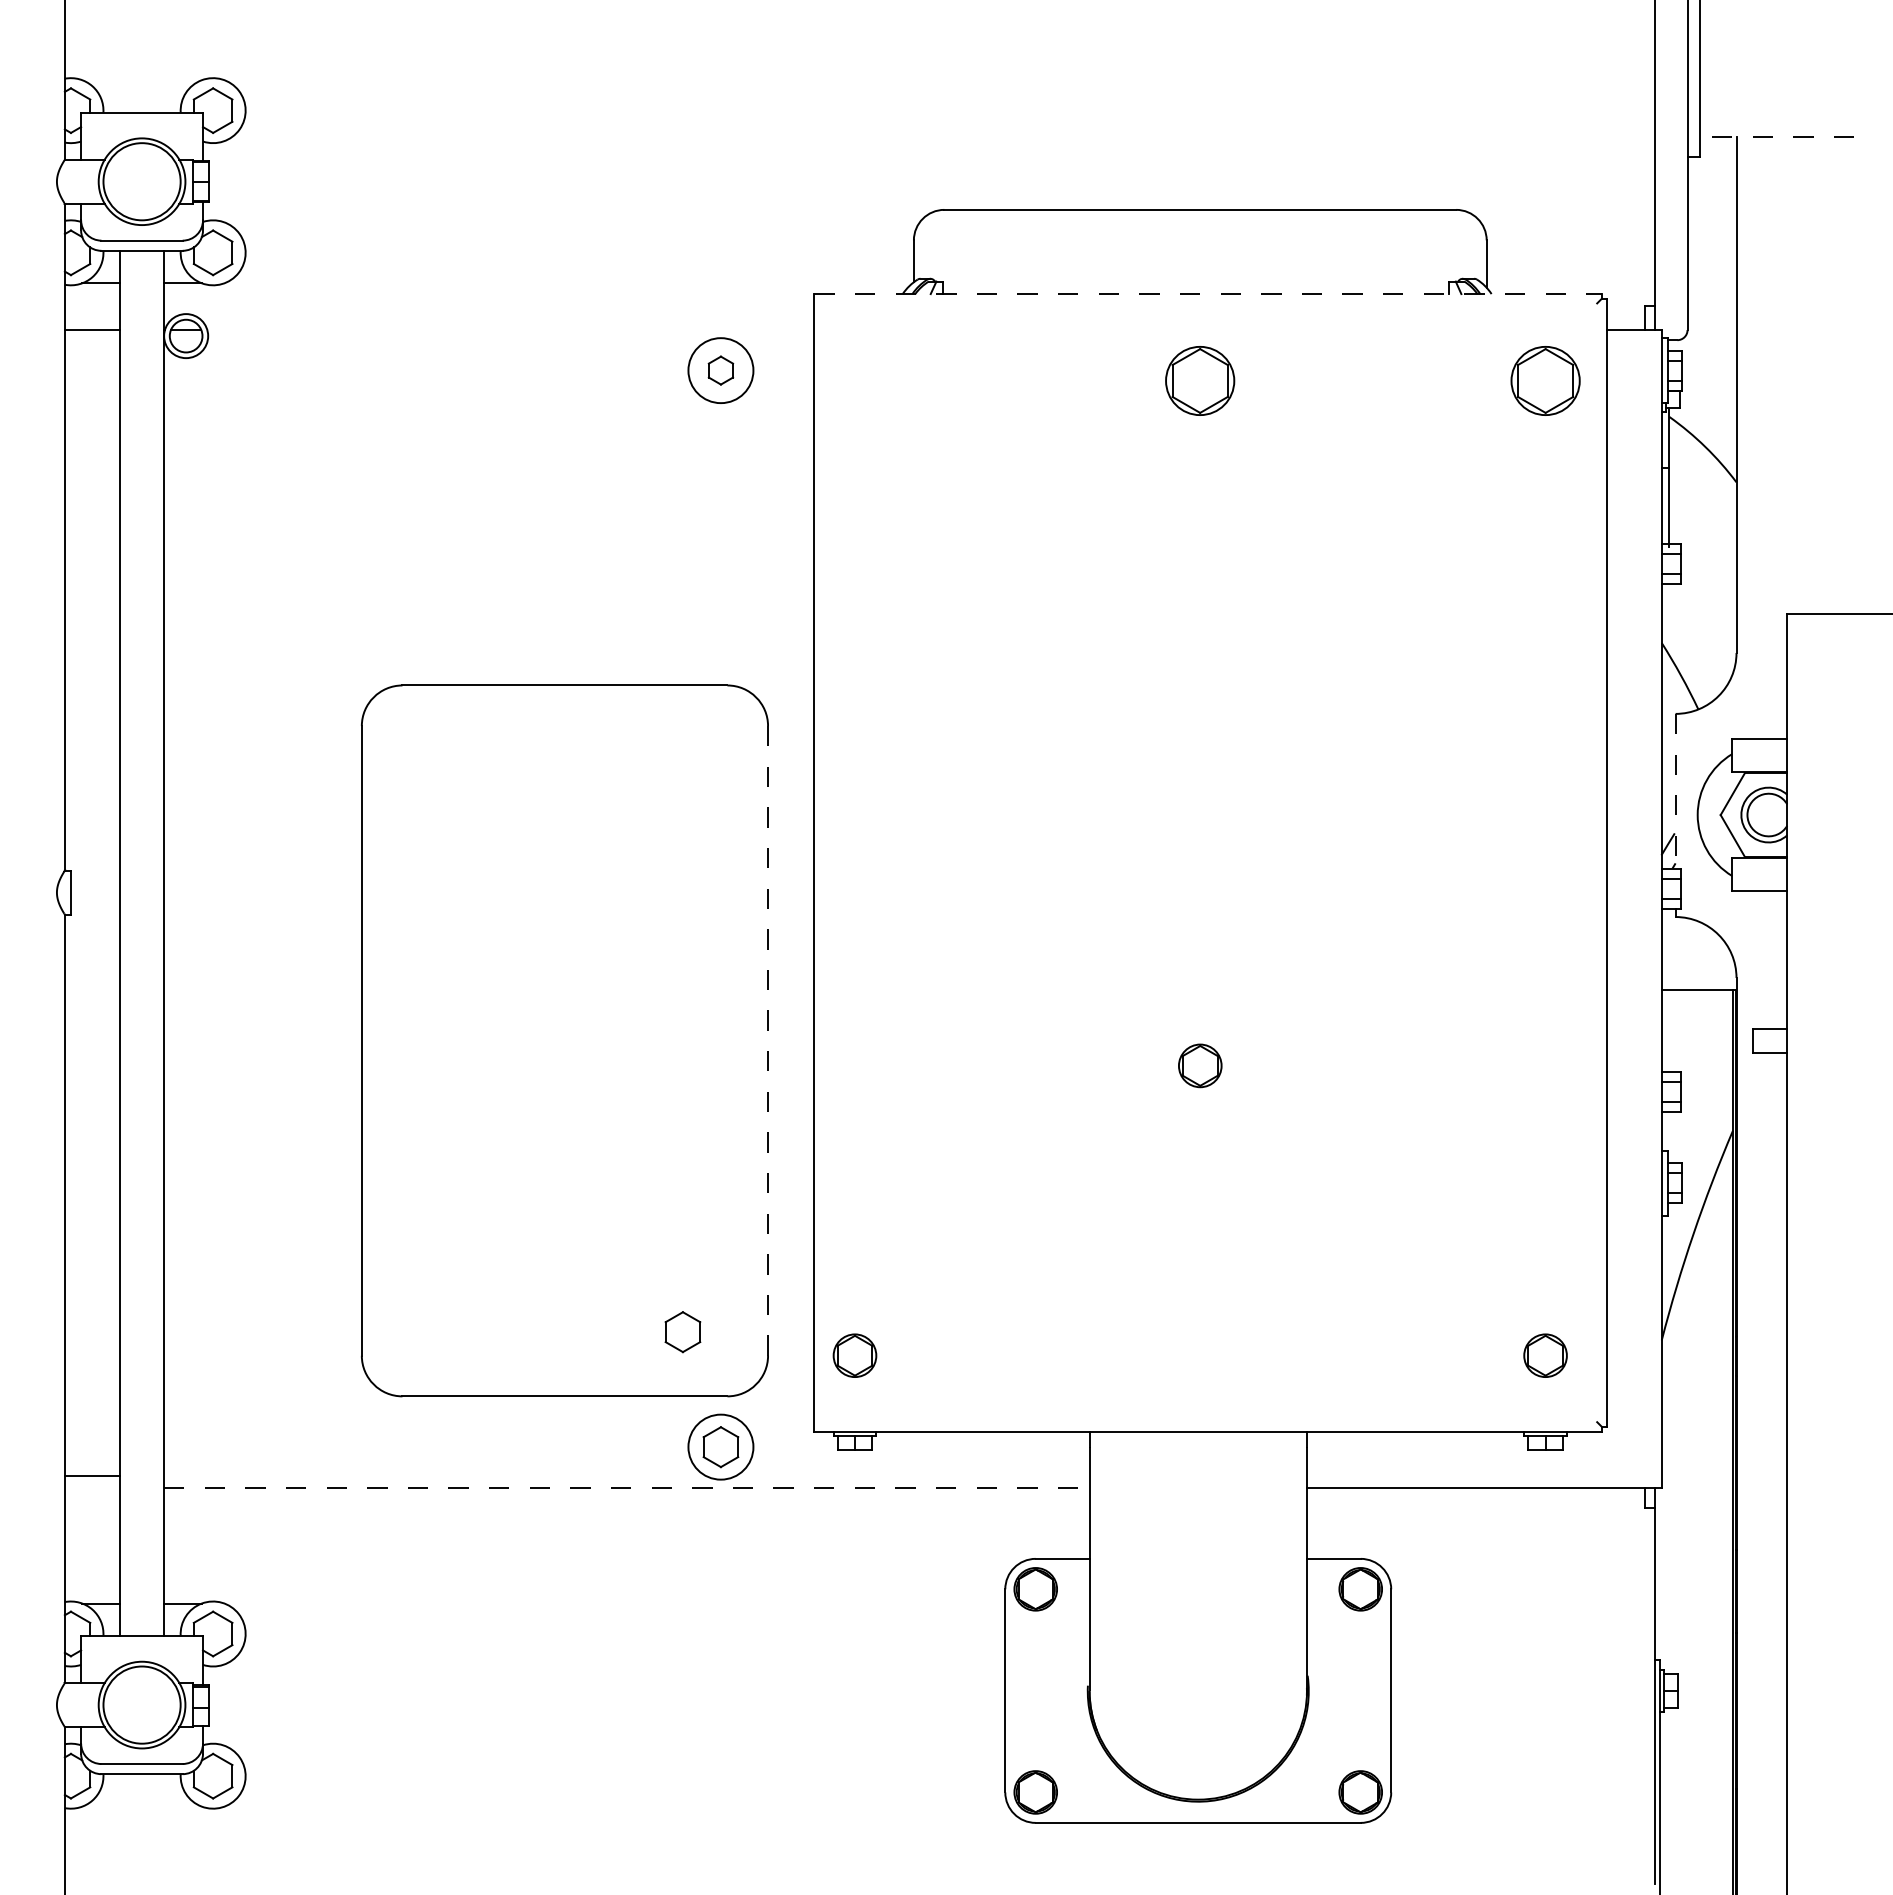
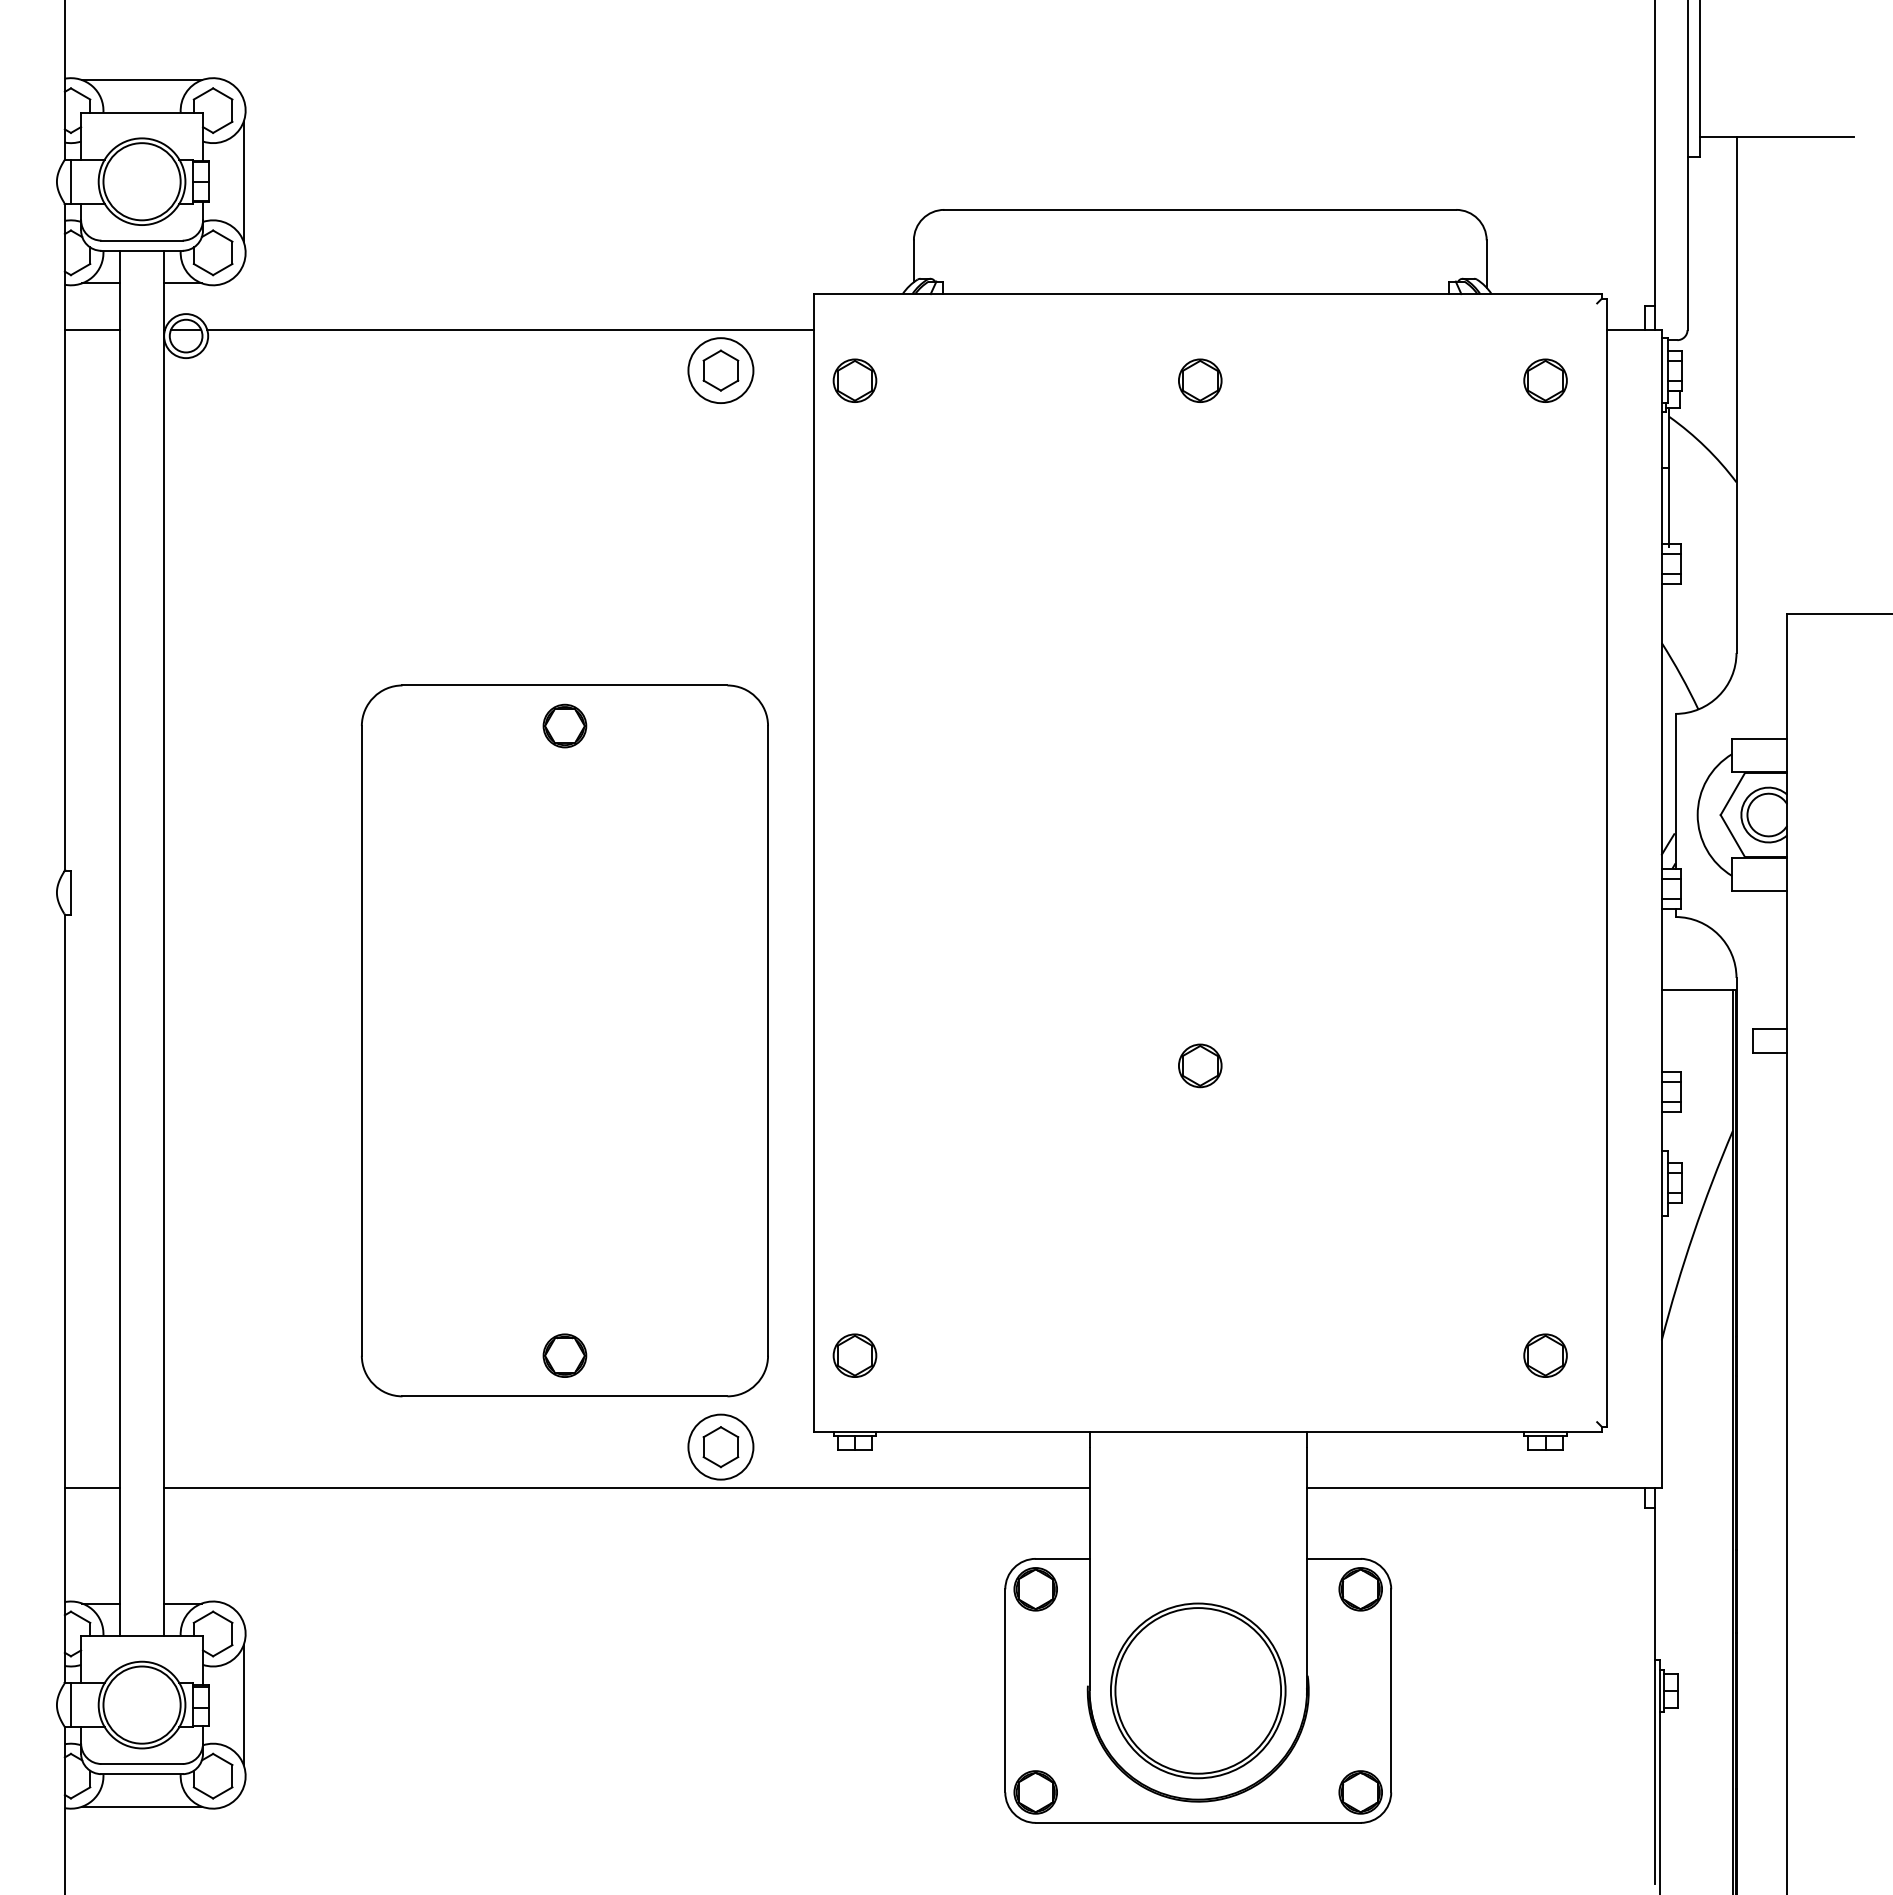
line at (141, 80): none -> present
line at (1776, 137): dashed -> solid
line at (70, 181): none -> present
line at (243, 181): none -> present
line at (1208, 294): dashed -> solid
line at (510, 330): none -> present
part at (720, 370) size: 28x31 px -> 38x43 px
part at (854, 380): none -> present
part at (1200, 380) size: 71x70 px -> 45x45 px
part at (1545, 380) size: 71x70 px -> 45x45 px
part at (564, 725): none -> present
line at (1675, 791): dashed -> solid
line at (768, 1040): dashed -> solid
part at (682, 1332): present -> none
part at (564, 1355): none -> present
line at (92, 1475) position: (92, 1475) -> (92, 1487)
line at (626, 1487): dashed -> solid
part at (1198, 1690): none -> present
line at (243, 1704): none -> present
line at (70, 1705): none -> present
line at (141, 1806): none -> present
